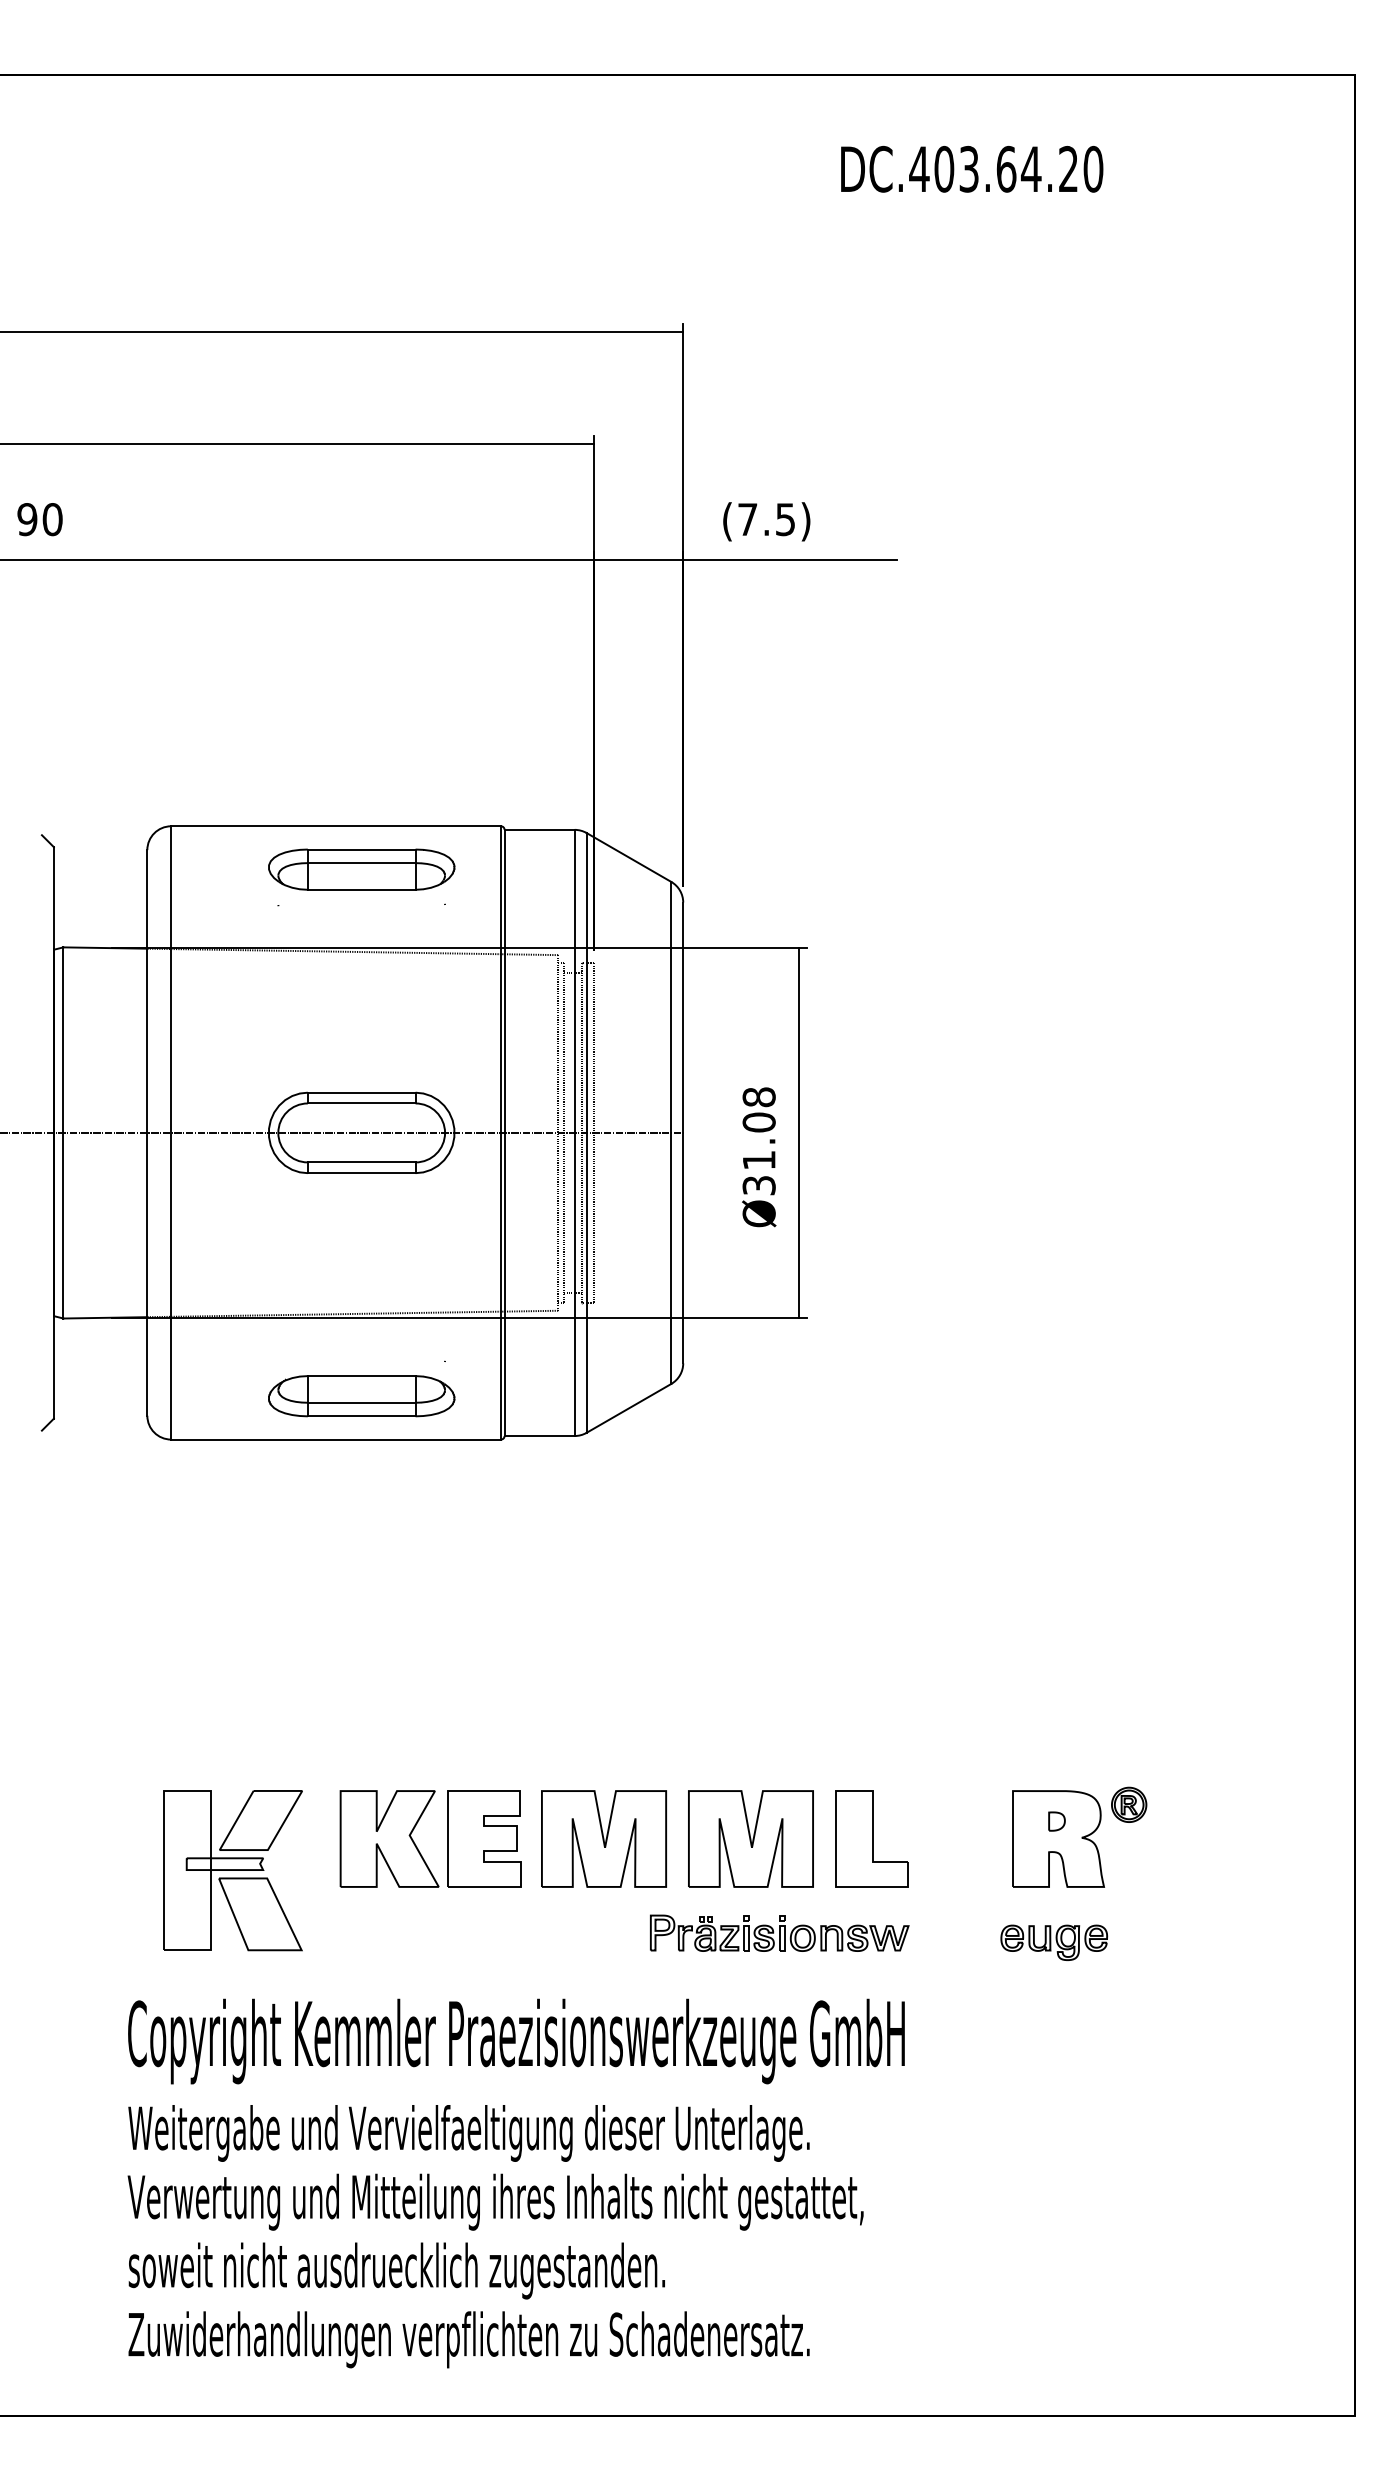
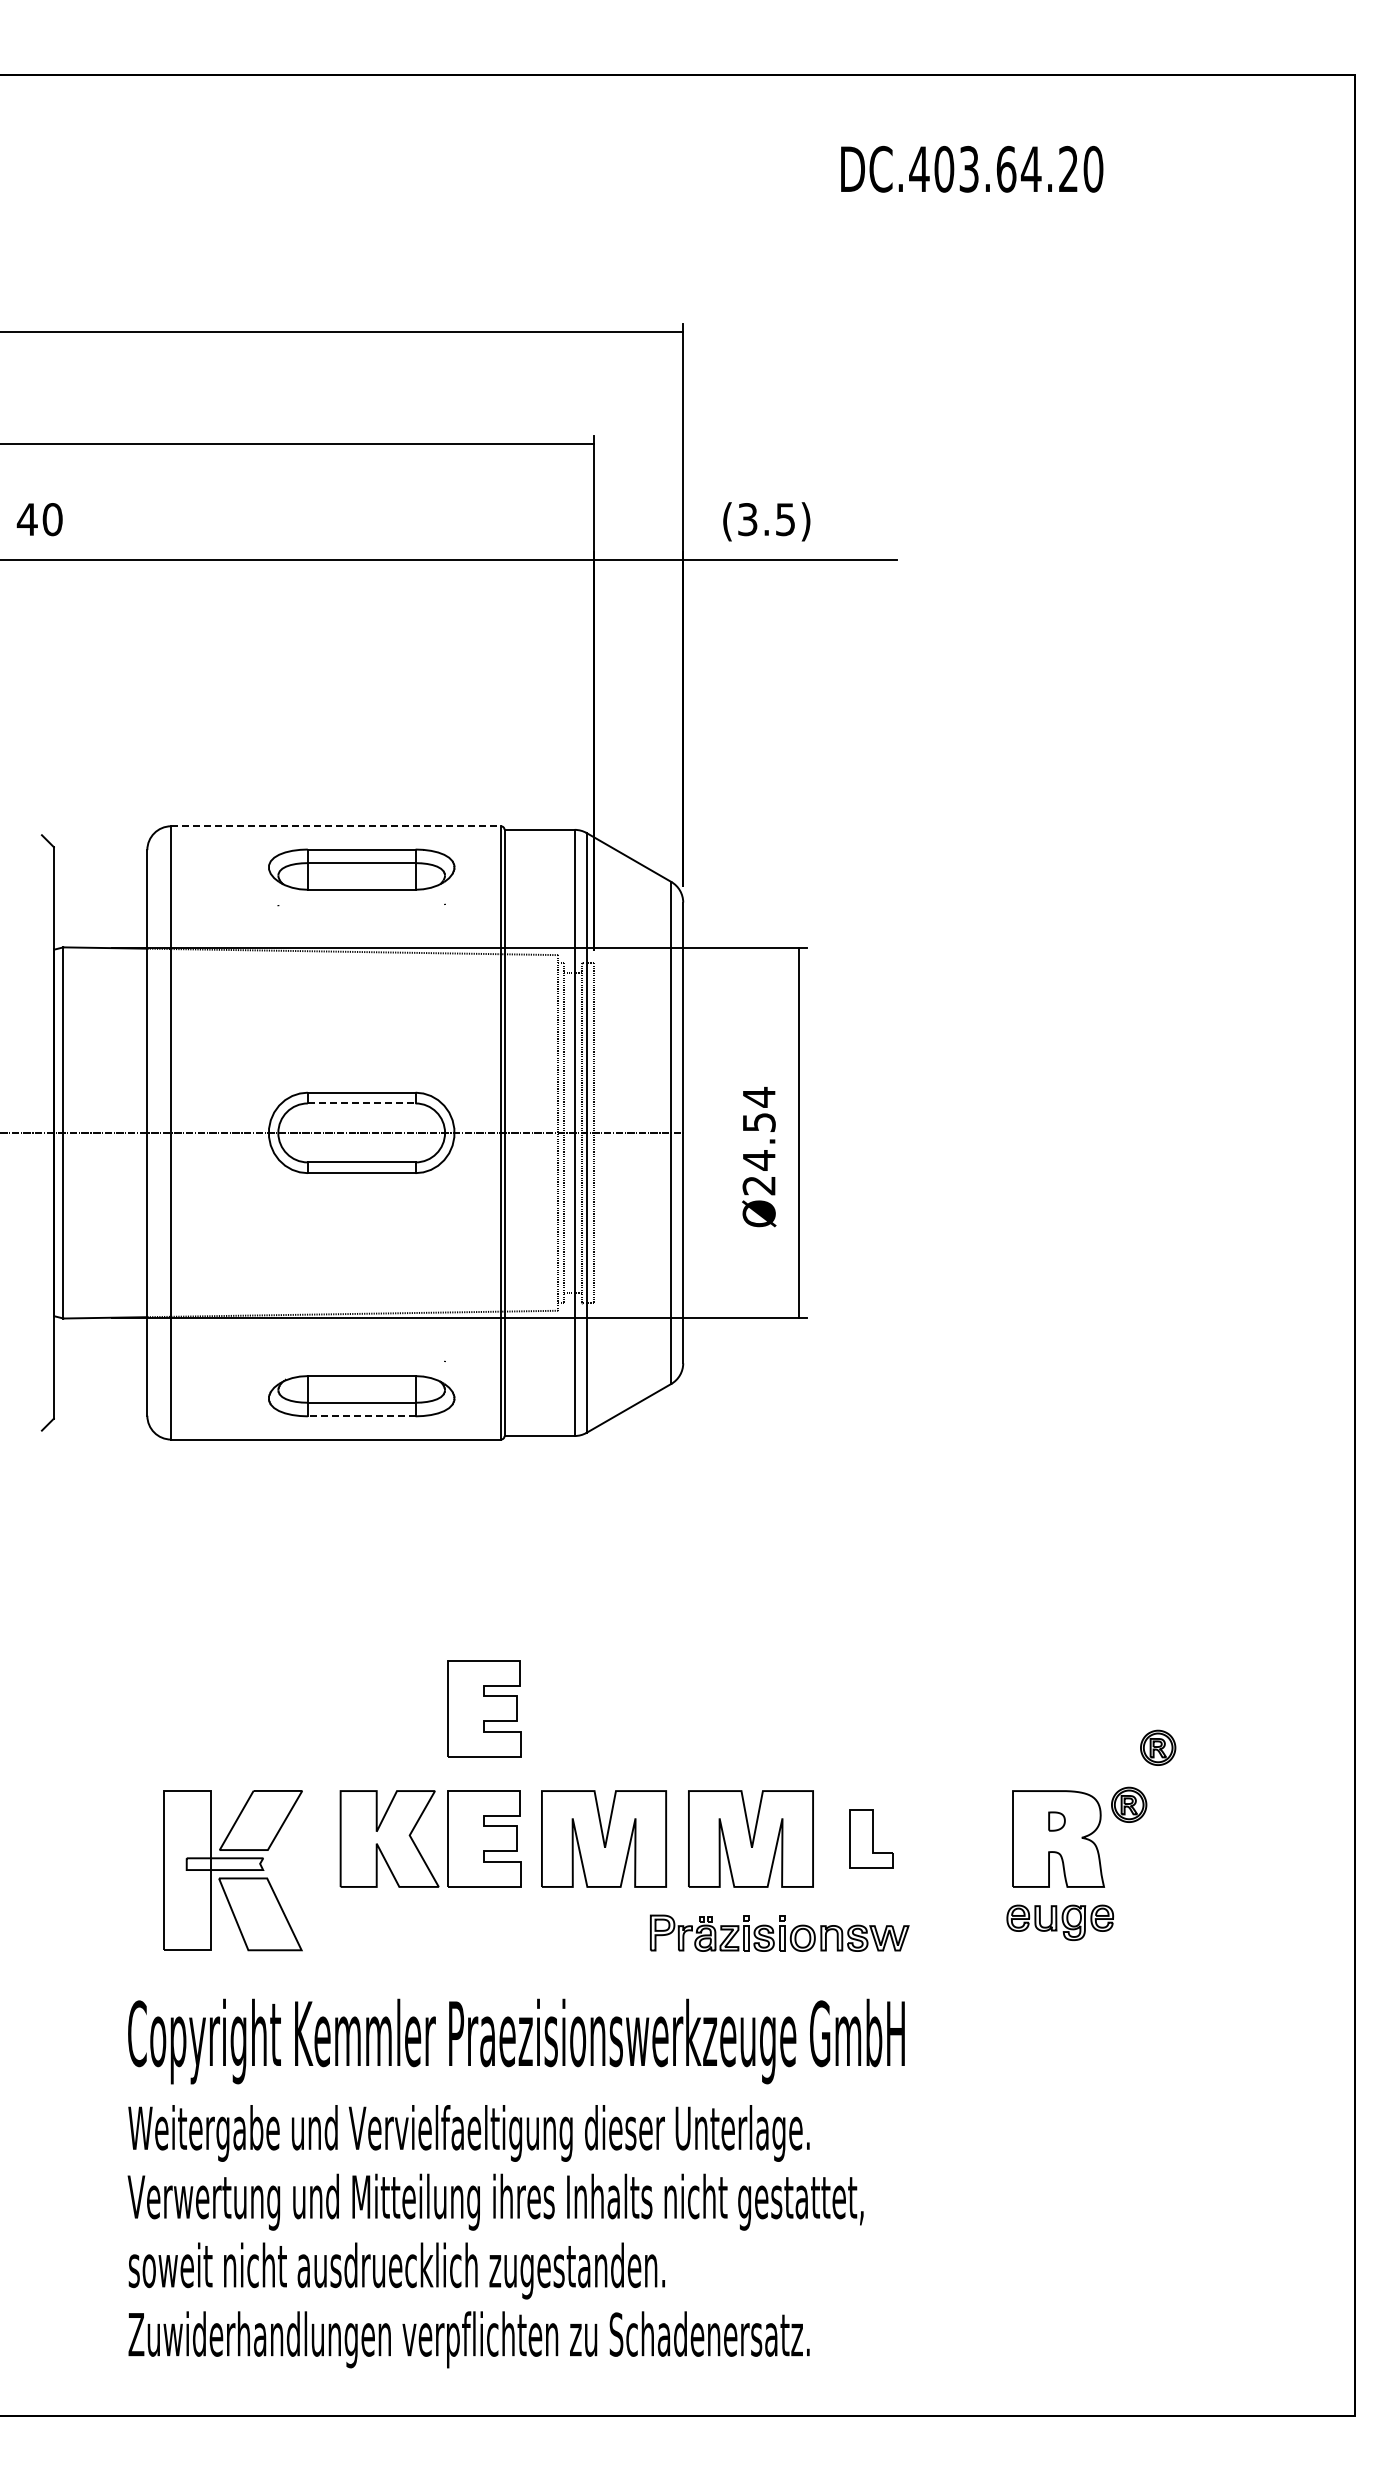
text at (26, 519): 90 -> 40
text at (747, 519): (7.5) -> (3.5)
line at (336, 826): solid -> dashed
line at (361, 1103): solid -> dashed
text at (758, 1140): Ø31.08 -> Ø24.54
line at (361, 1416): solid -> dashed
part at (484, 1708): none -> present
part at (1158, 1747): none -> present
part at (871, 1838) size: 74x98 px -> 45x60 px
part at (1054, 1942) position: (1054, 1942) -> (1060, 1922)
